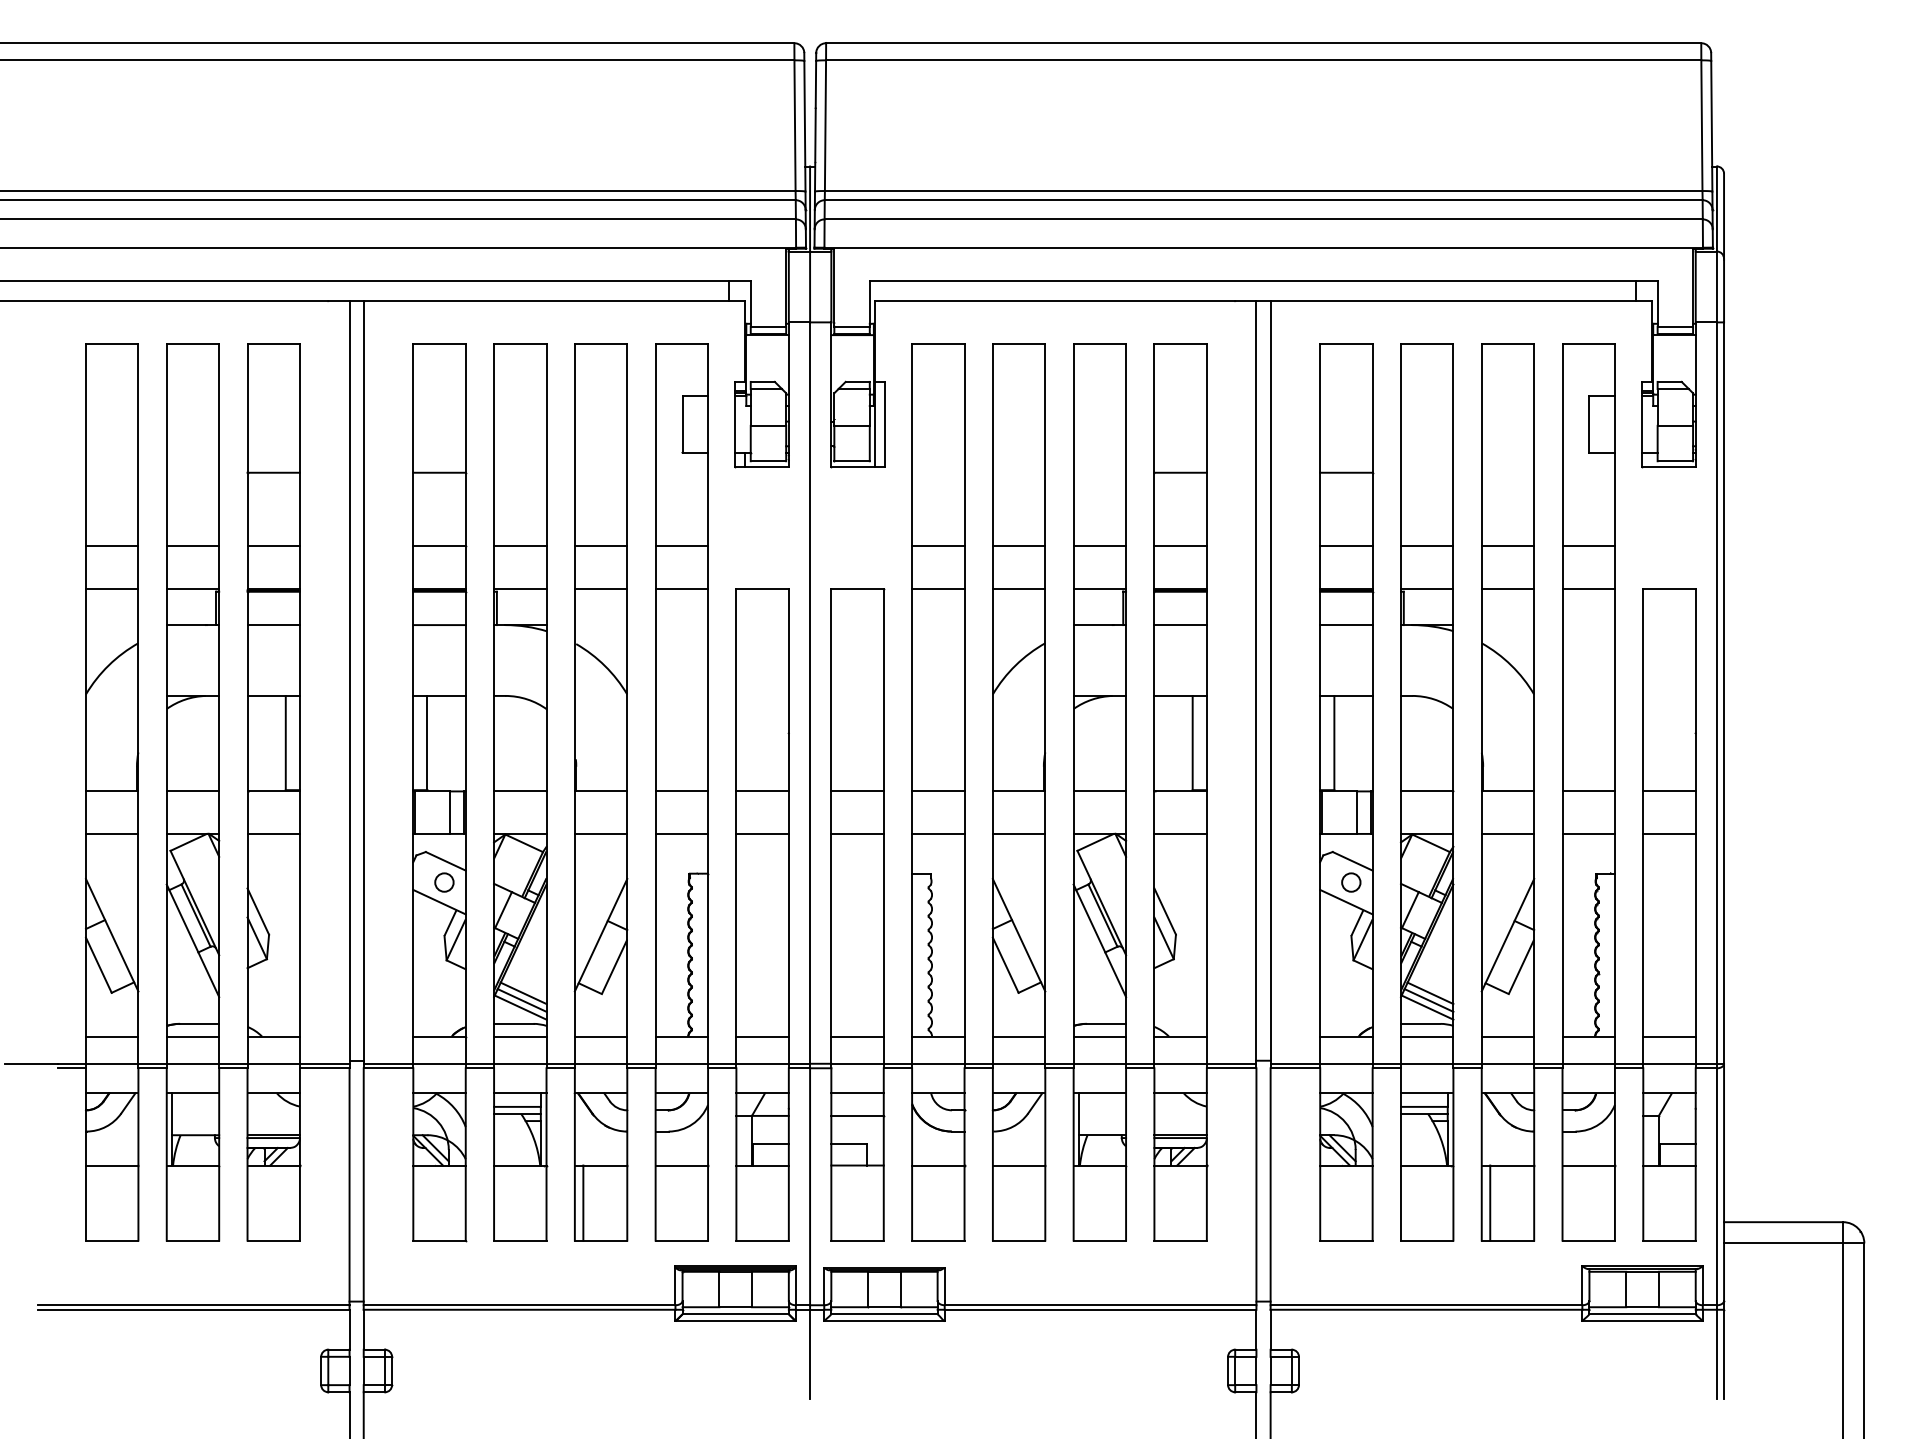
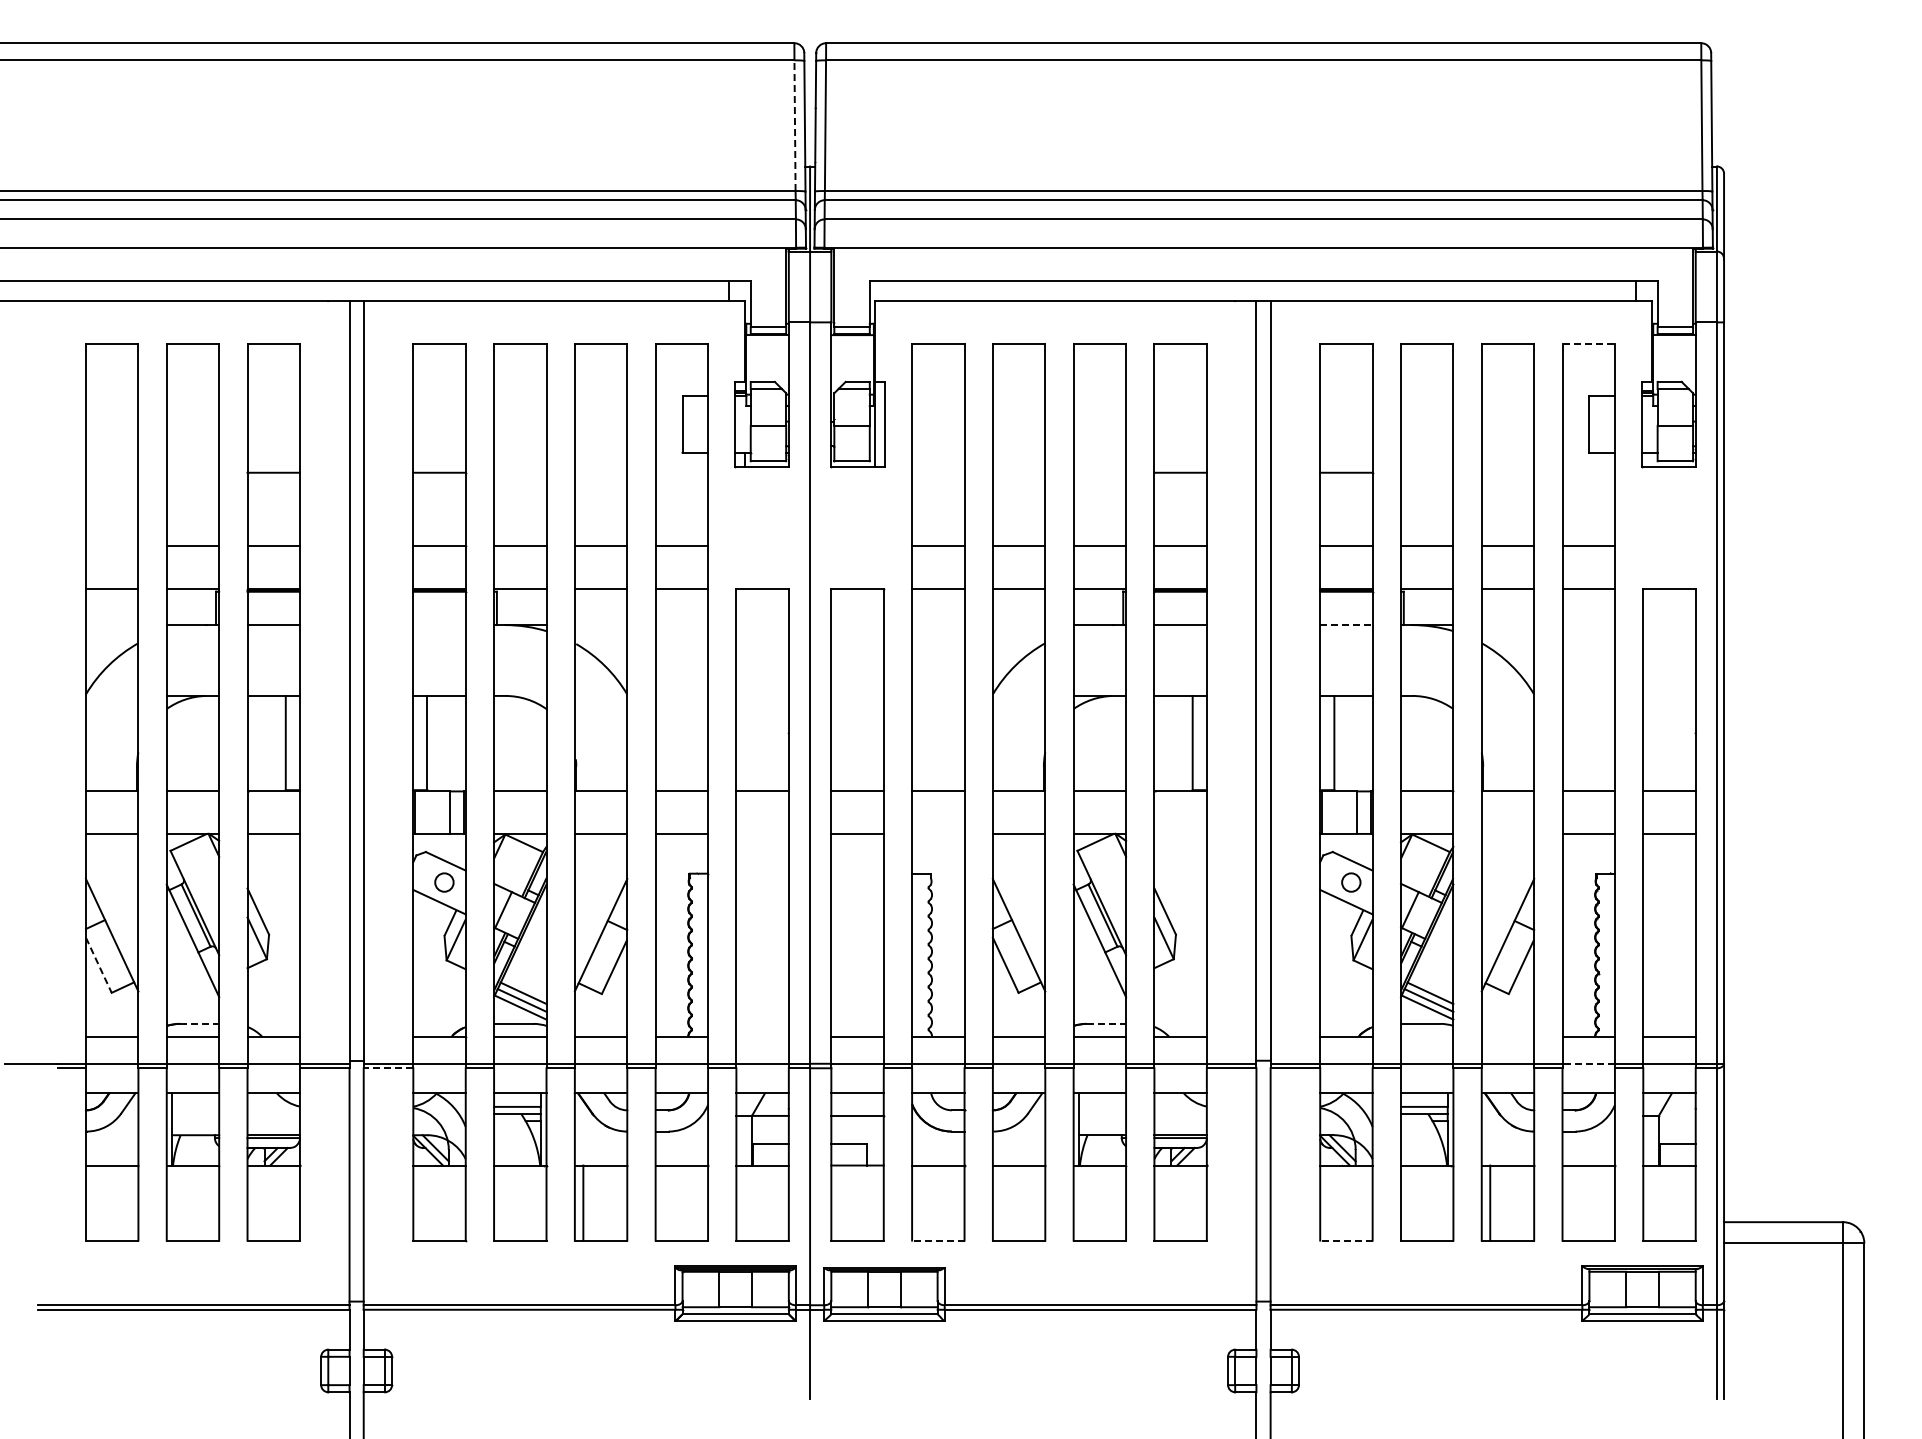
line at (795, 125): solid -> dashed
line at (1589, 343): solid -> dashed
line at (111, 546): present -> none
line at (439, 625): present -> none
line at (1346, 625): solid -> dashed
line at (762, 833): present -> none
line at (938, 833): present -> none
line at (1180, 833): present -> none
line at (1507, 833): present -> none
line at (99, 965): solid -> dashed
line at (200, 1023): solid -> dashed
line at (1107, 1023): solid -> dashed
line at (762, 1036): present -> none
line at (1426, 1036): present -> none
line at (1507, 1036): present -> none
line at (1588, 1063): solid -> dashed
line at (388, 1068): solid -> dashed
line at (937, 1240): solid -> dashed
line at (1345, 1240): solid -> dashed
